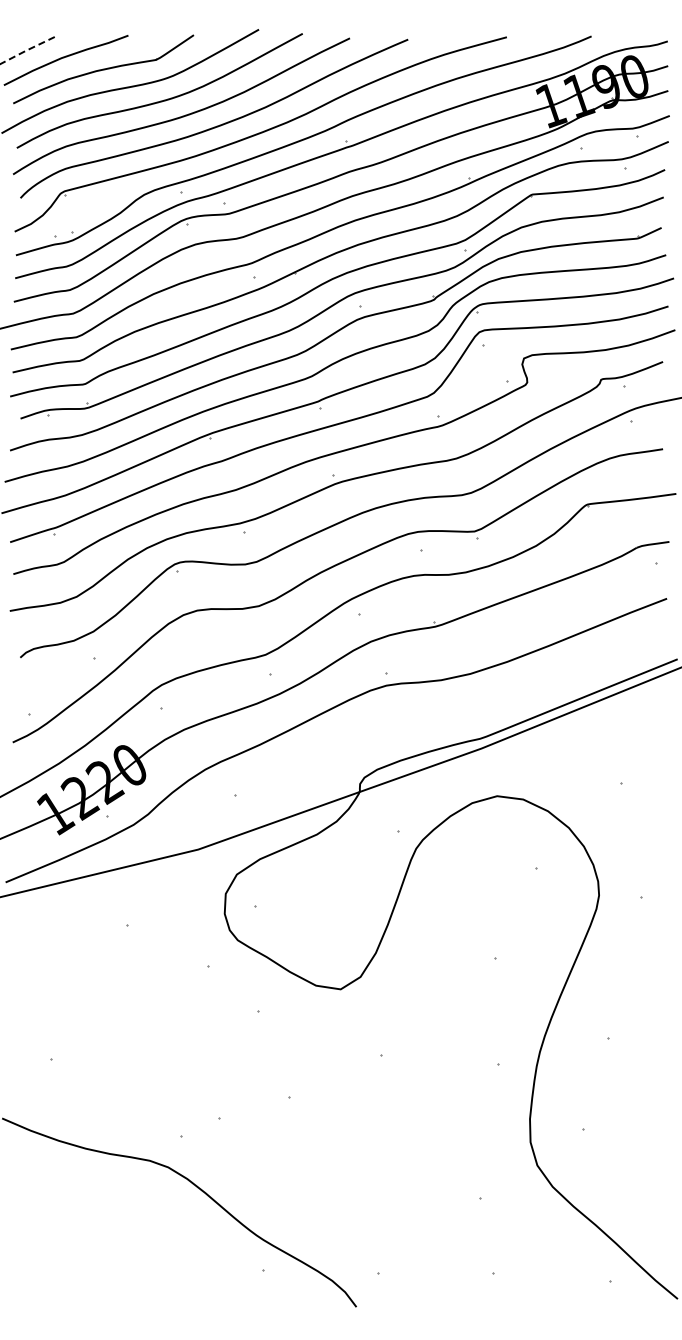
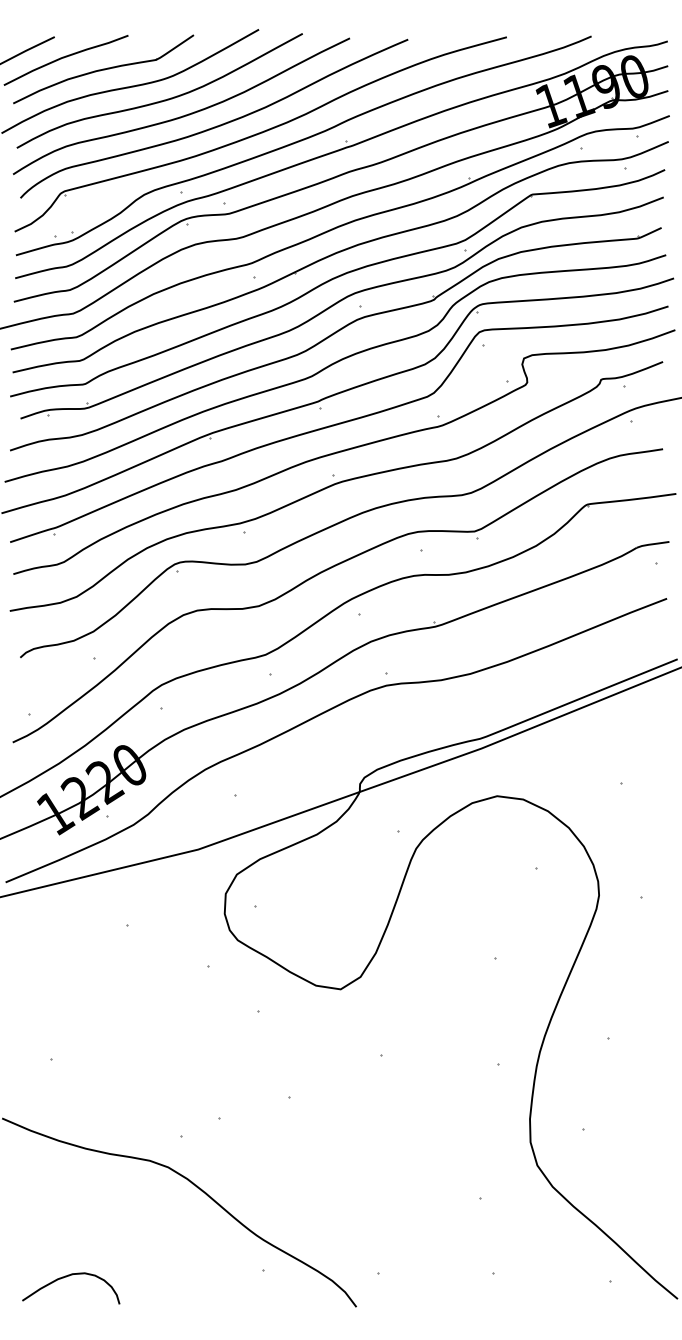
line at (26, 50): dashed -> solid
curve at (66, 1277): none -> present
